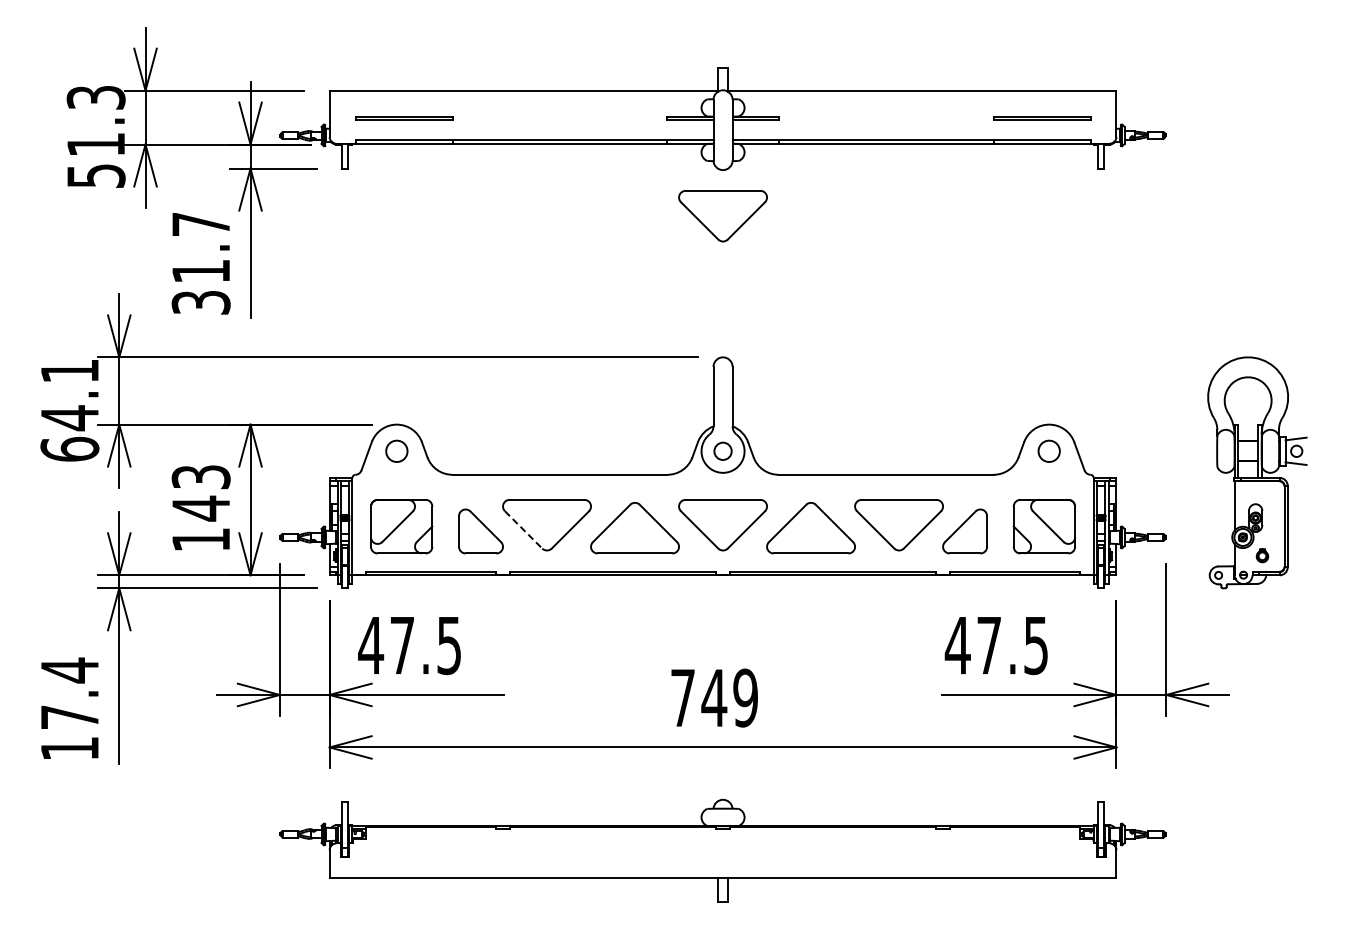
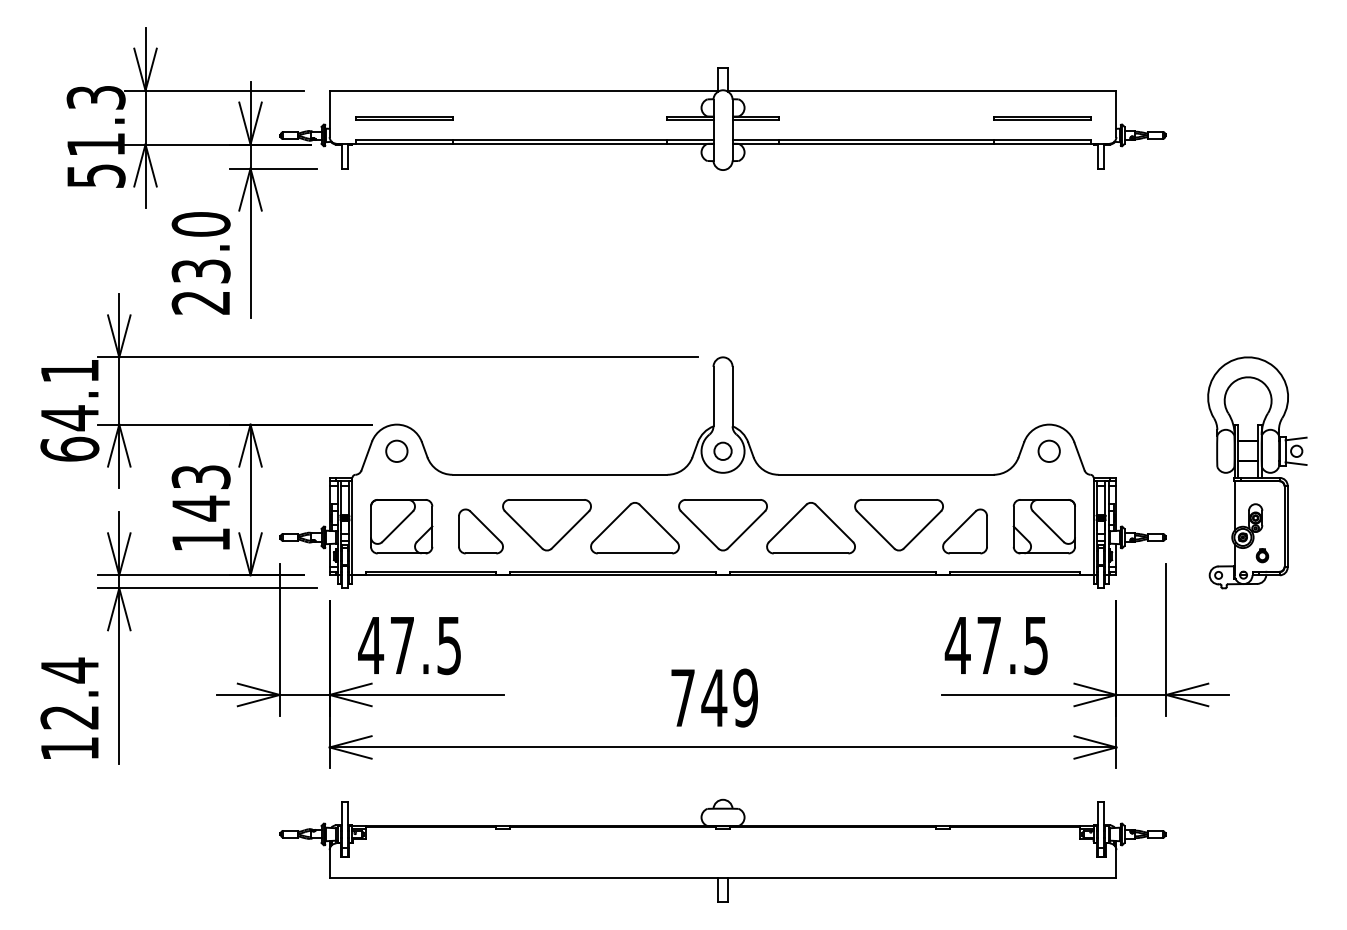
part at (722, 216): present -> none
text at (200, 263): 31.7 -> 23.0
line at (524, 530): dashed -> solid
text at (69, 717): 17.4 -> 12.4
